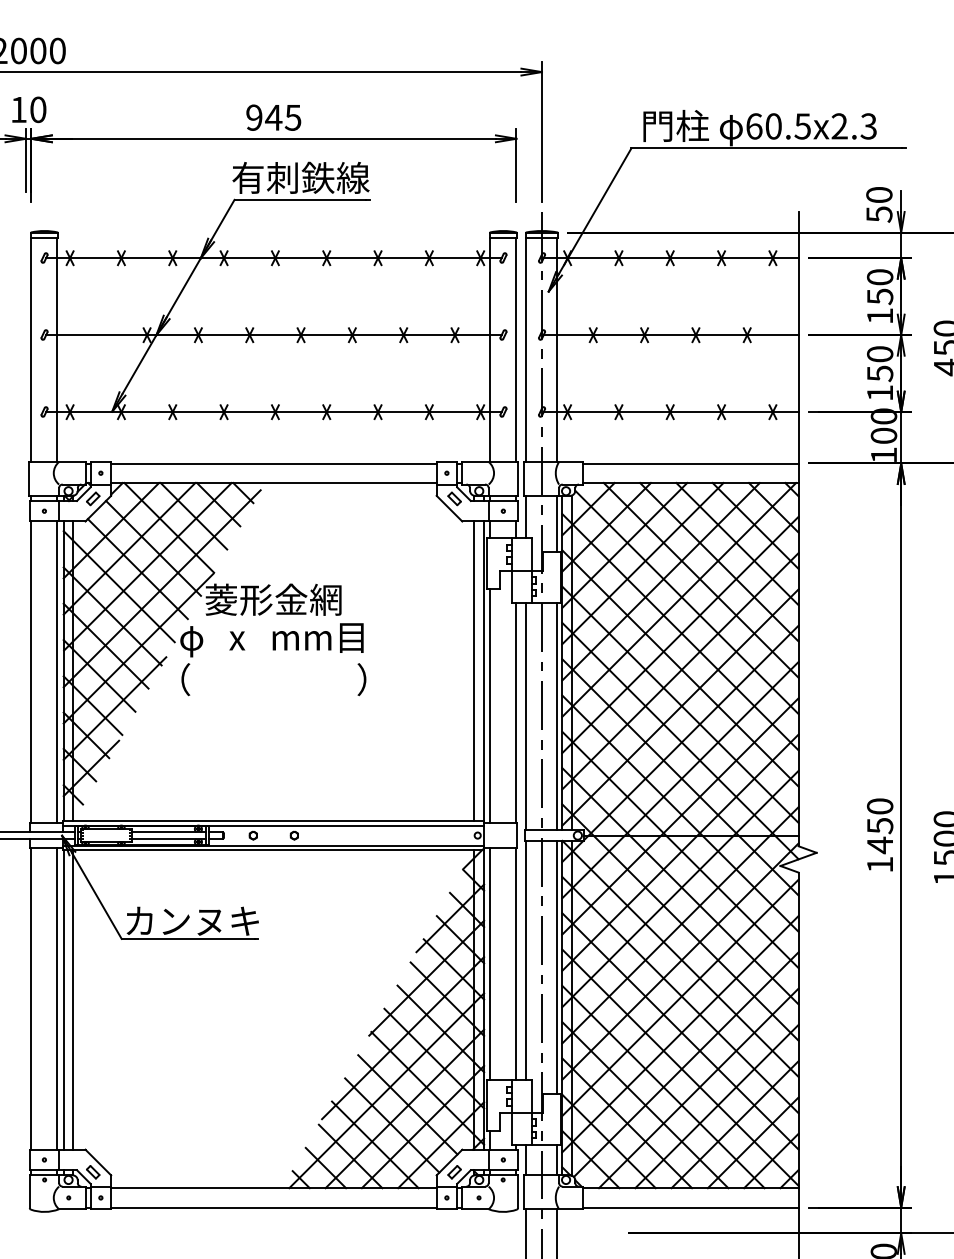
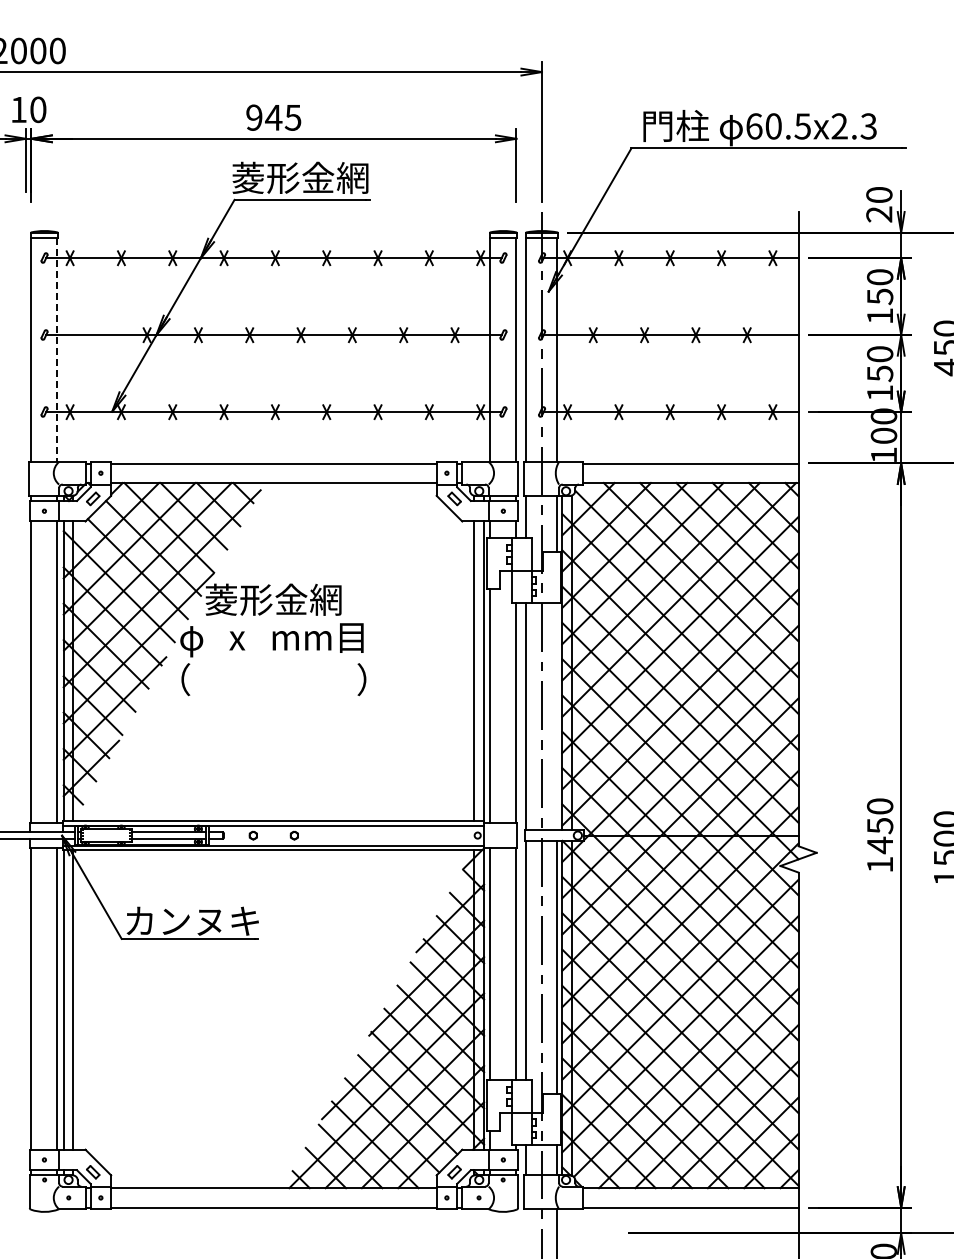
text at (300, 177): 有刺鉄線 -> 菱形金網
text at (879, 214): 50 -> 20
line at (57, 350): solid -> dashed
line at (557, 716): present -> none
line at (526, 1232): present -> none
